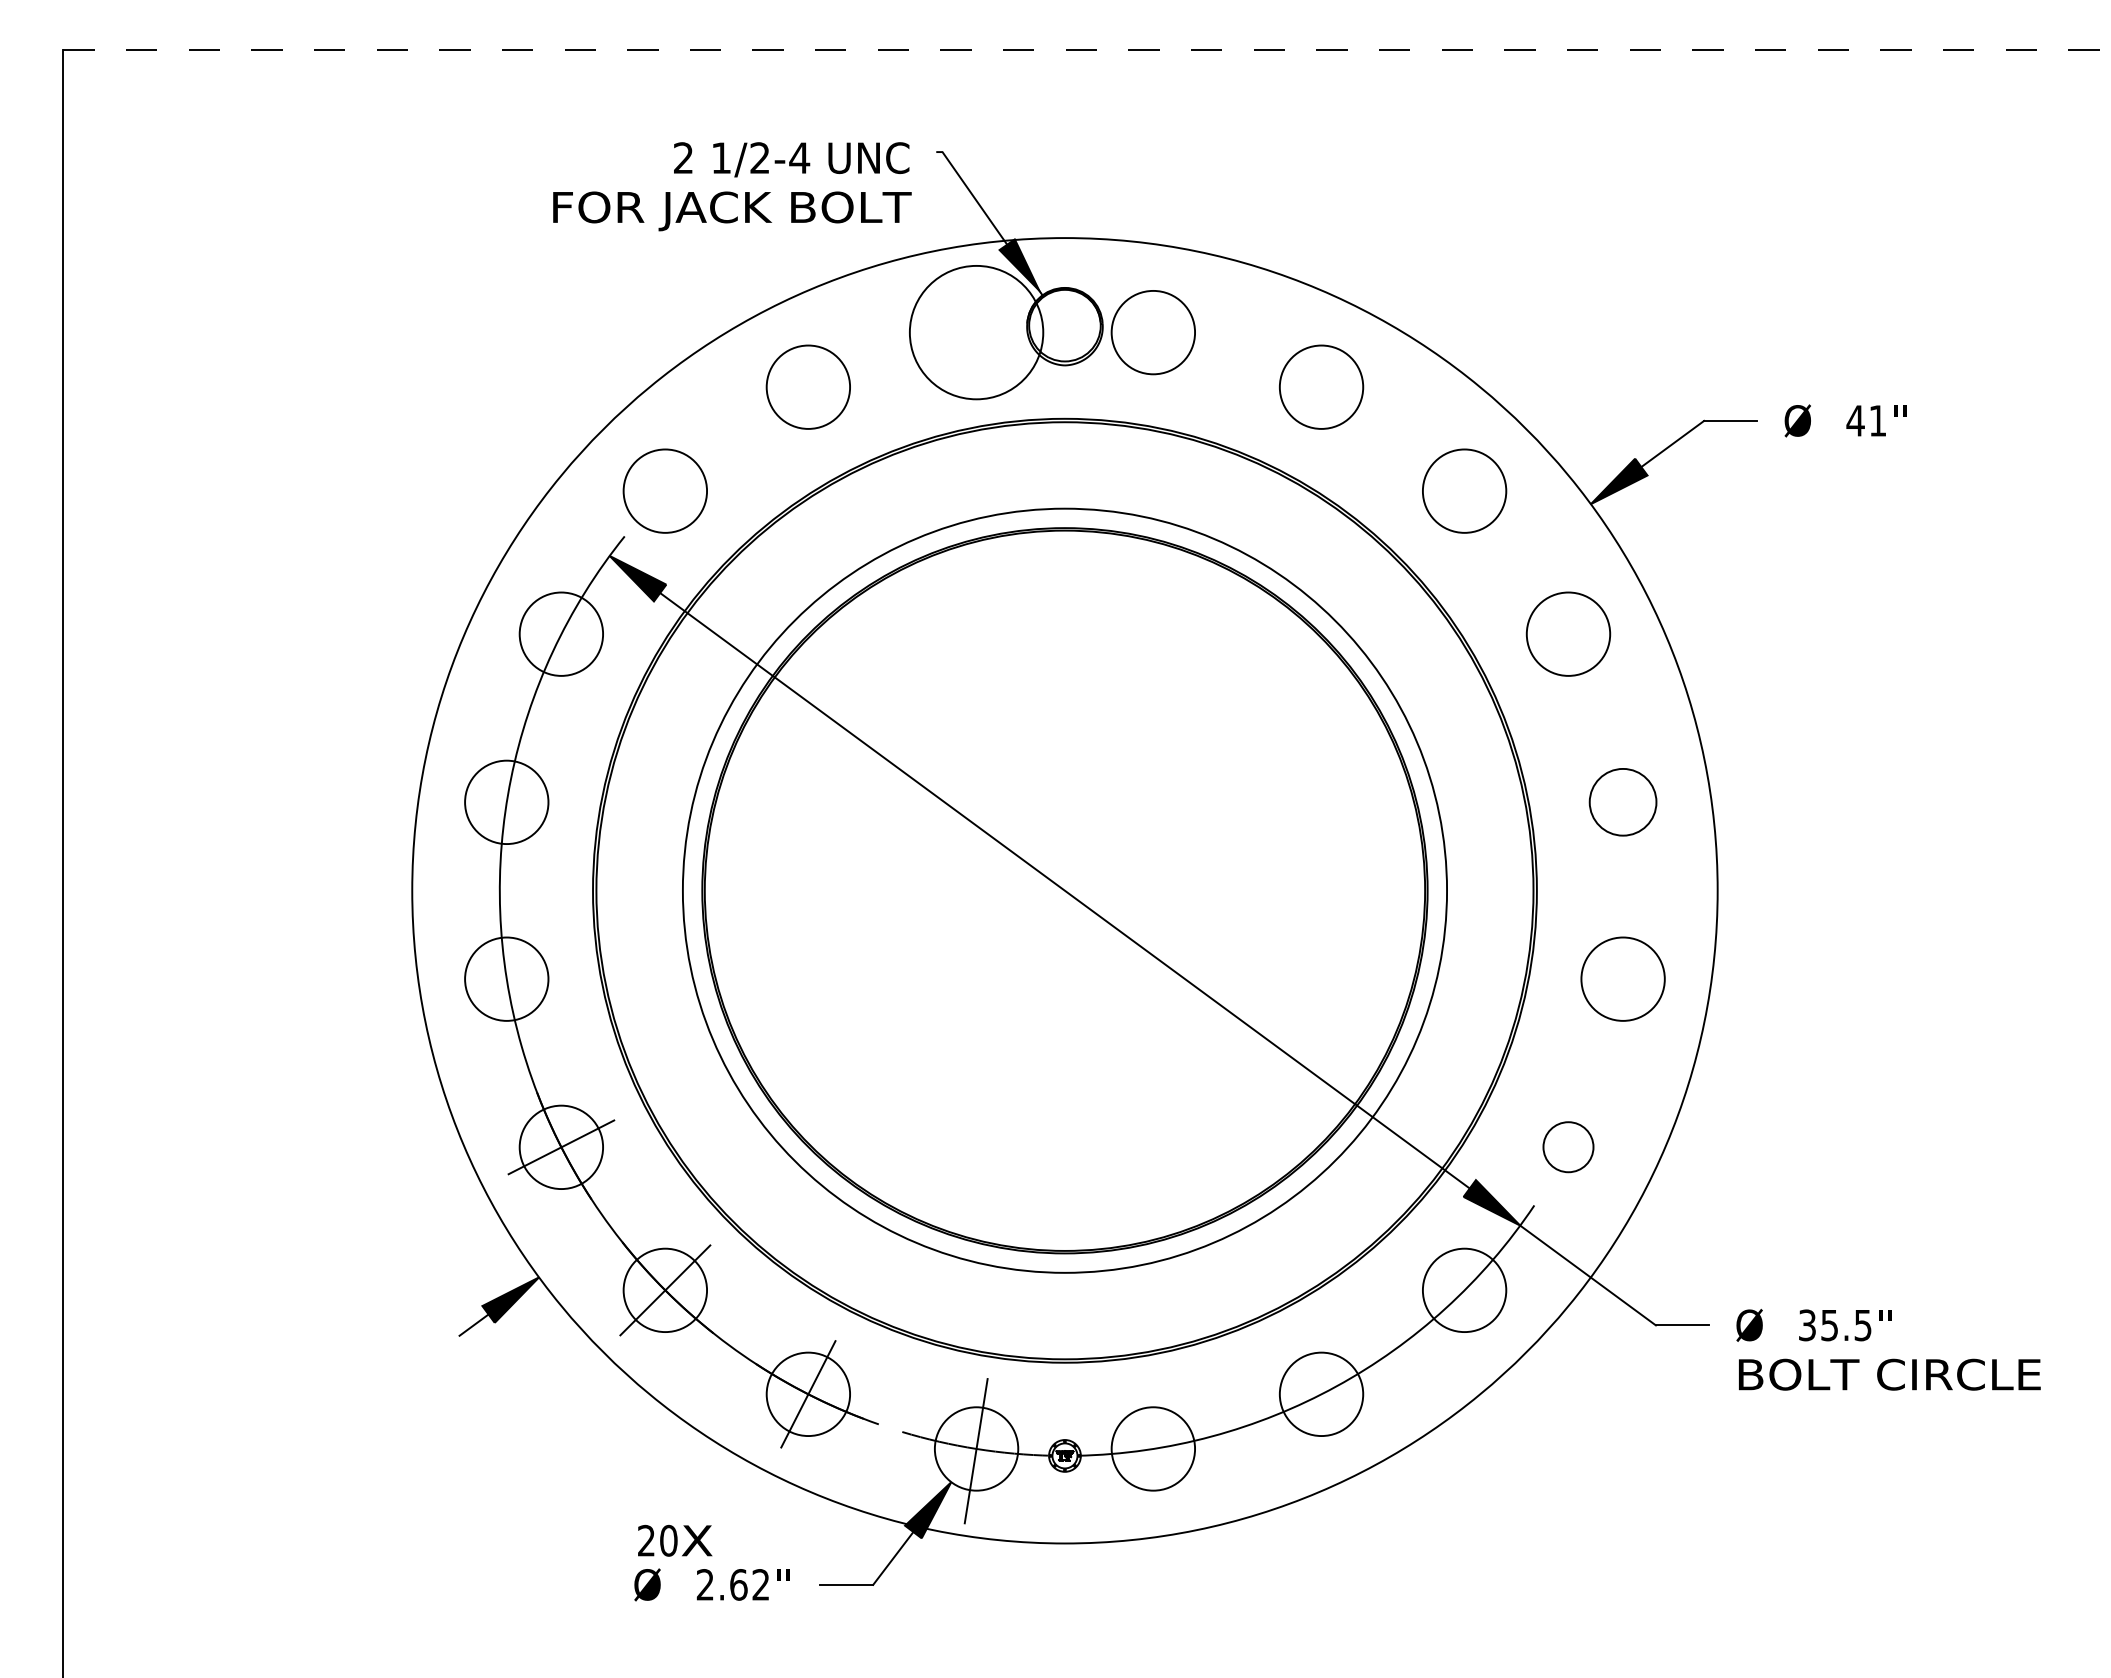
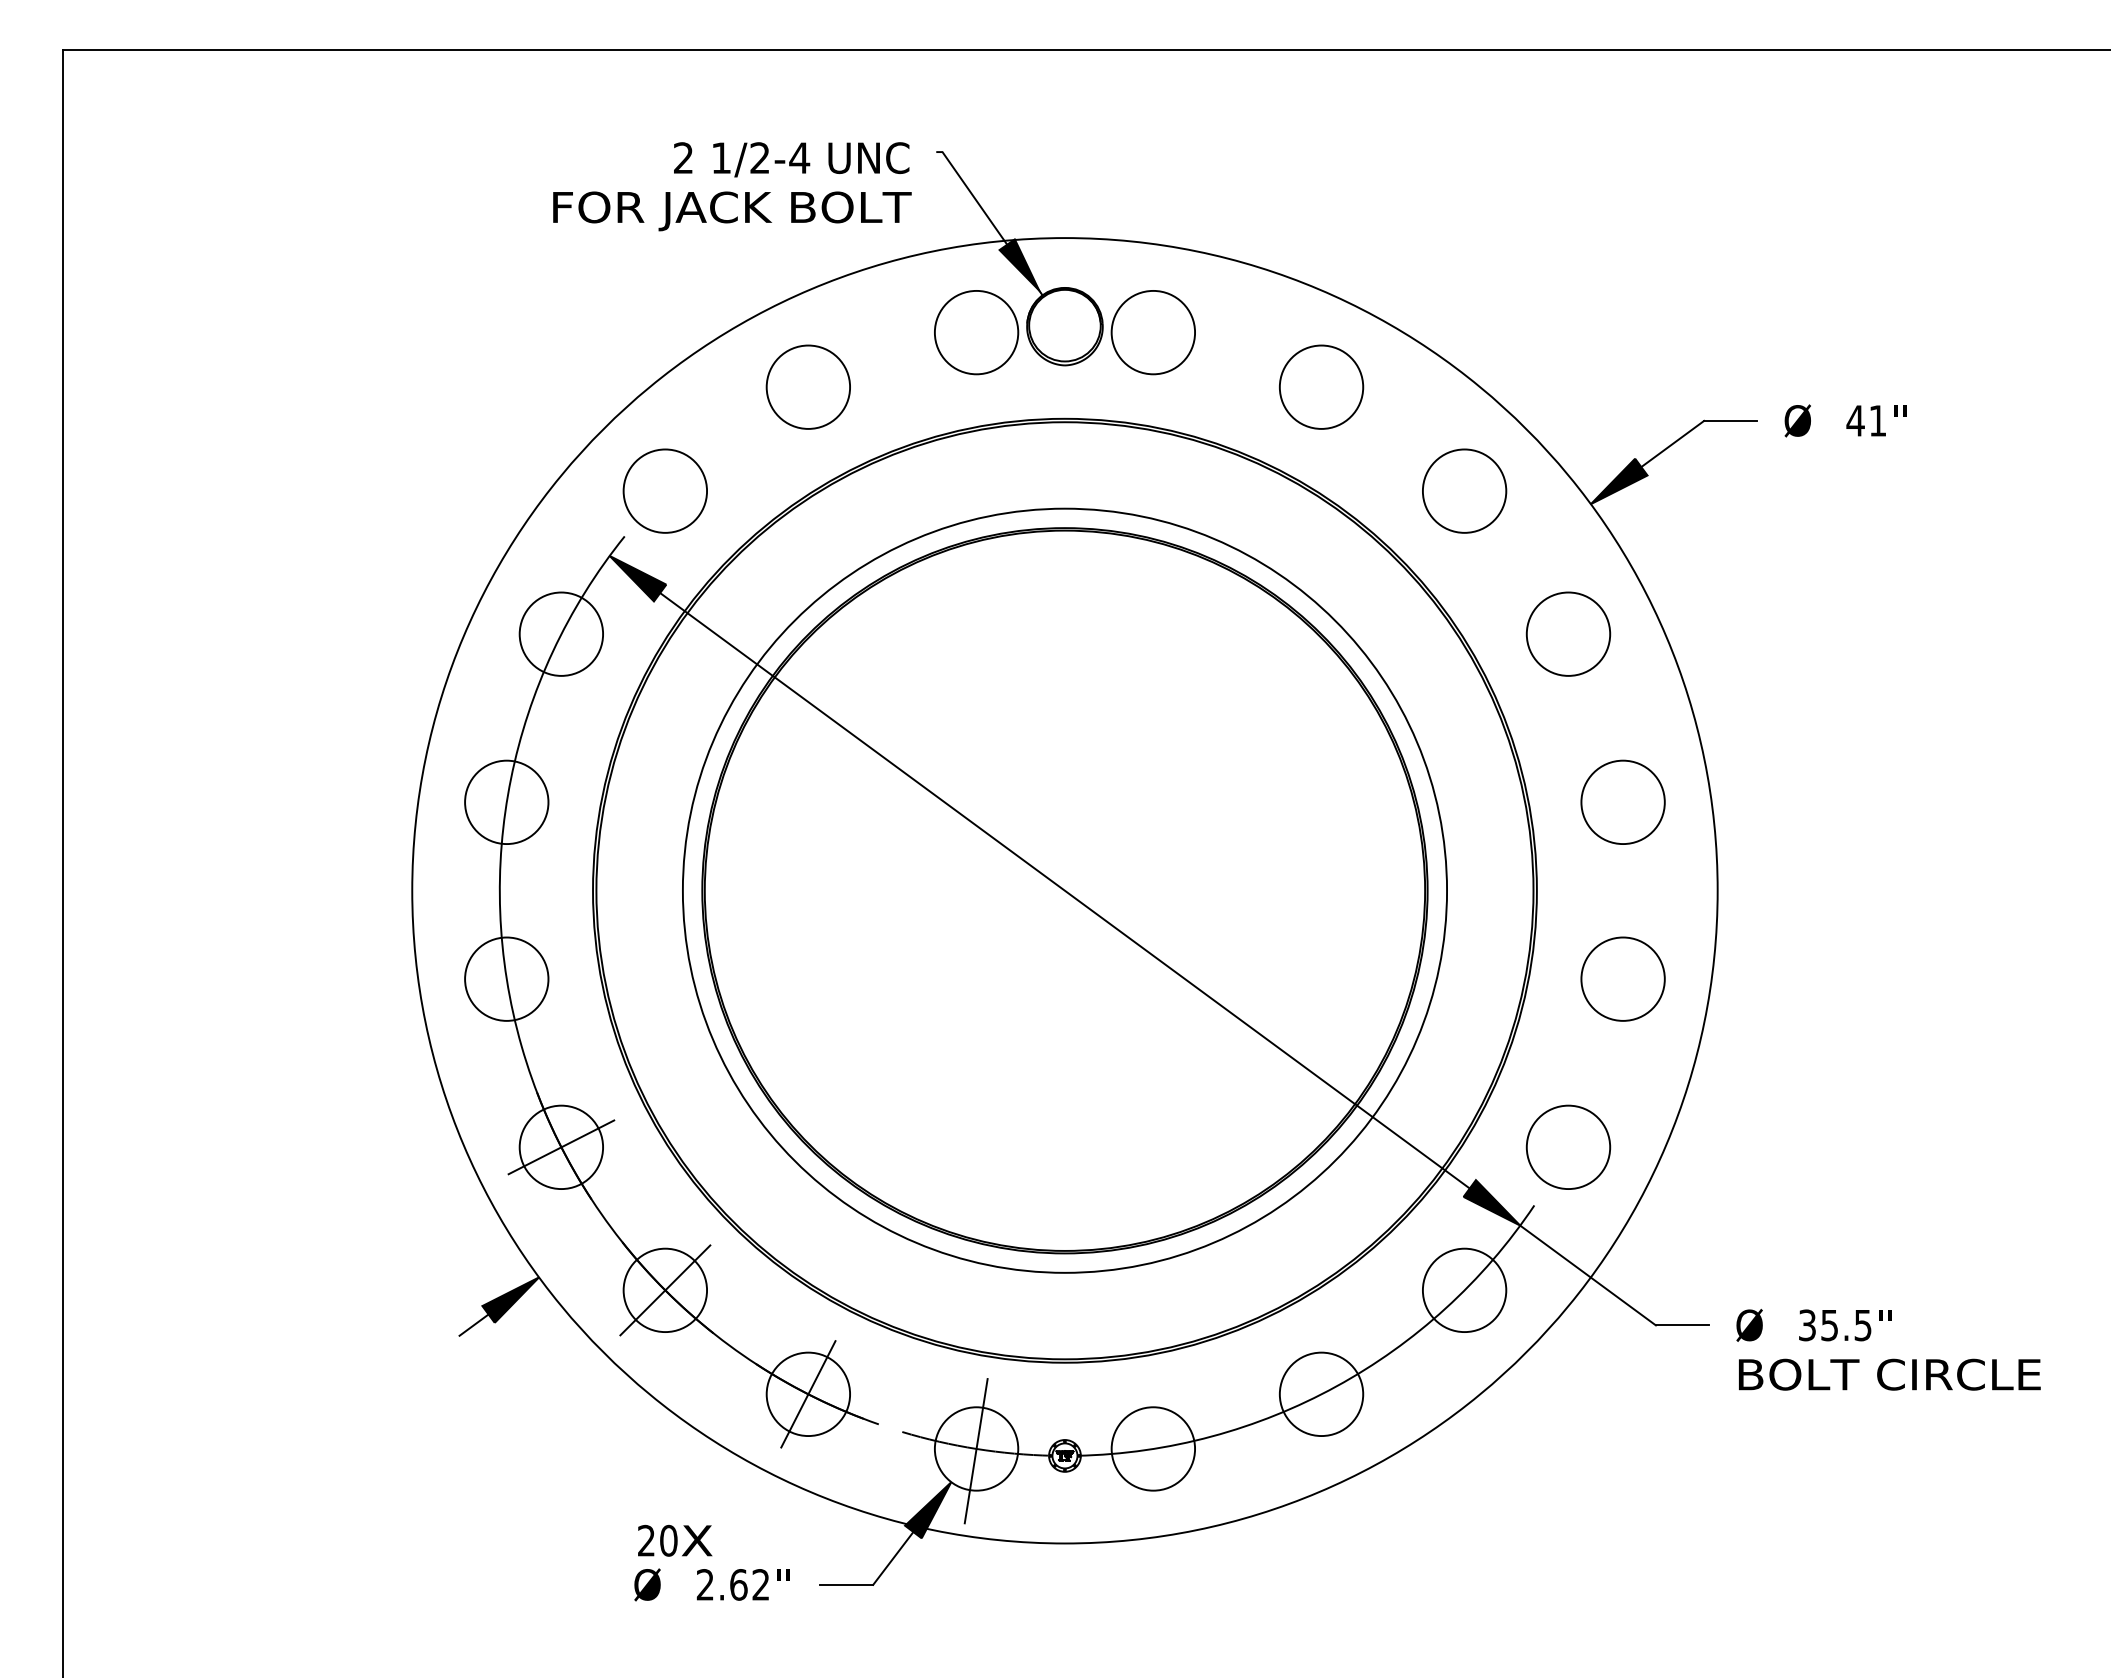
line at (1087, 50): dashed -> solid
circle at (976, 332) diameter: 133 px -> 83 px
circle at (1622, 802) size: 70x69 px -> 86x86 px
circle at (1568, 1147) size: 53x53 px -> 87x86 px
